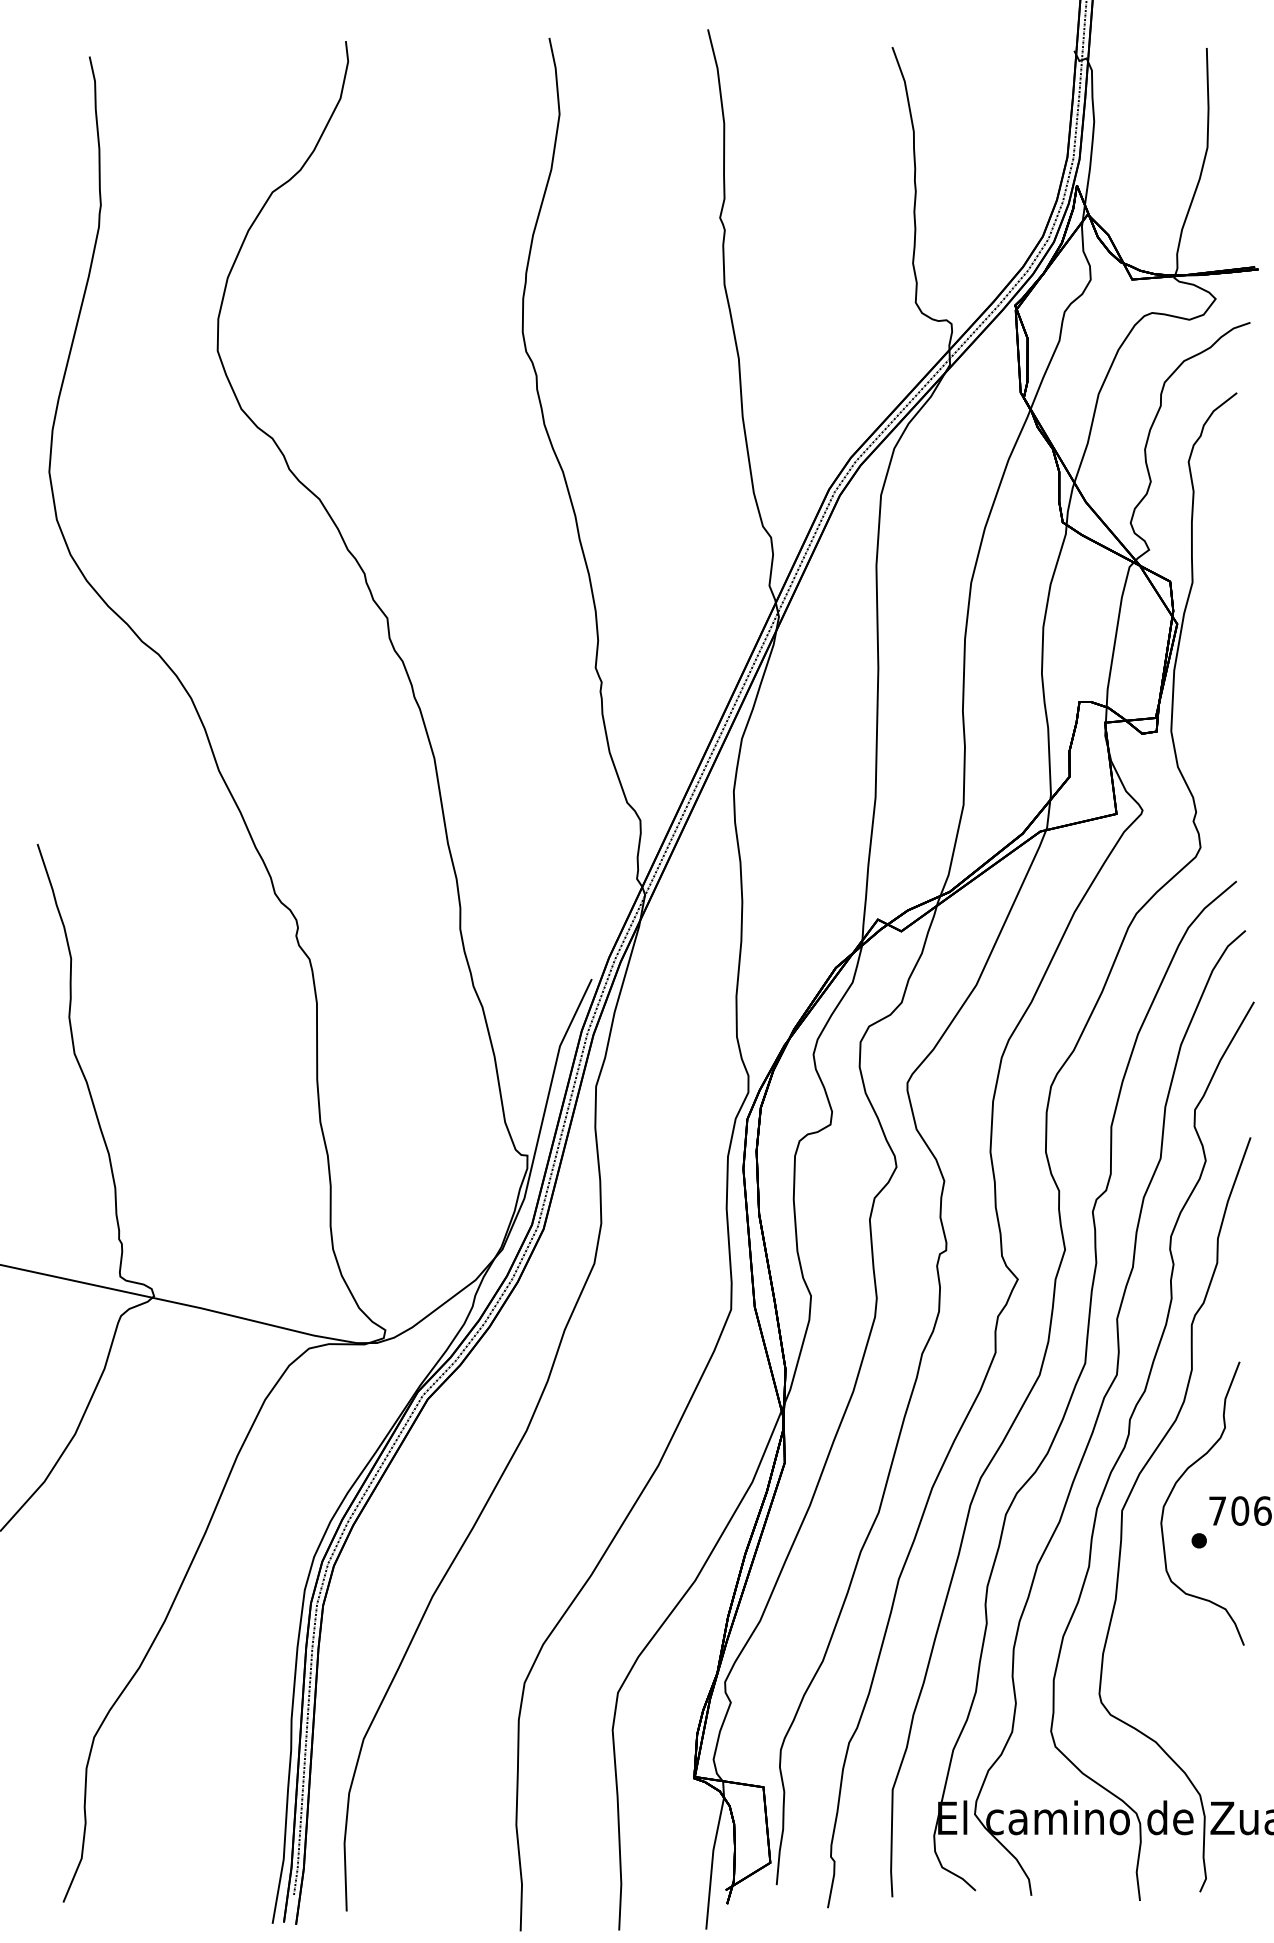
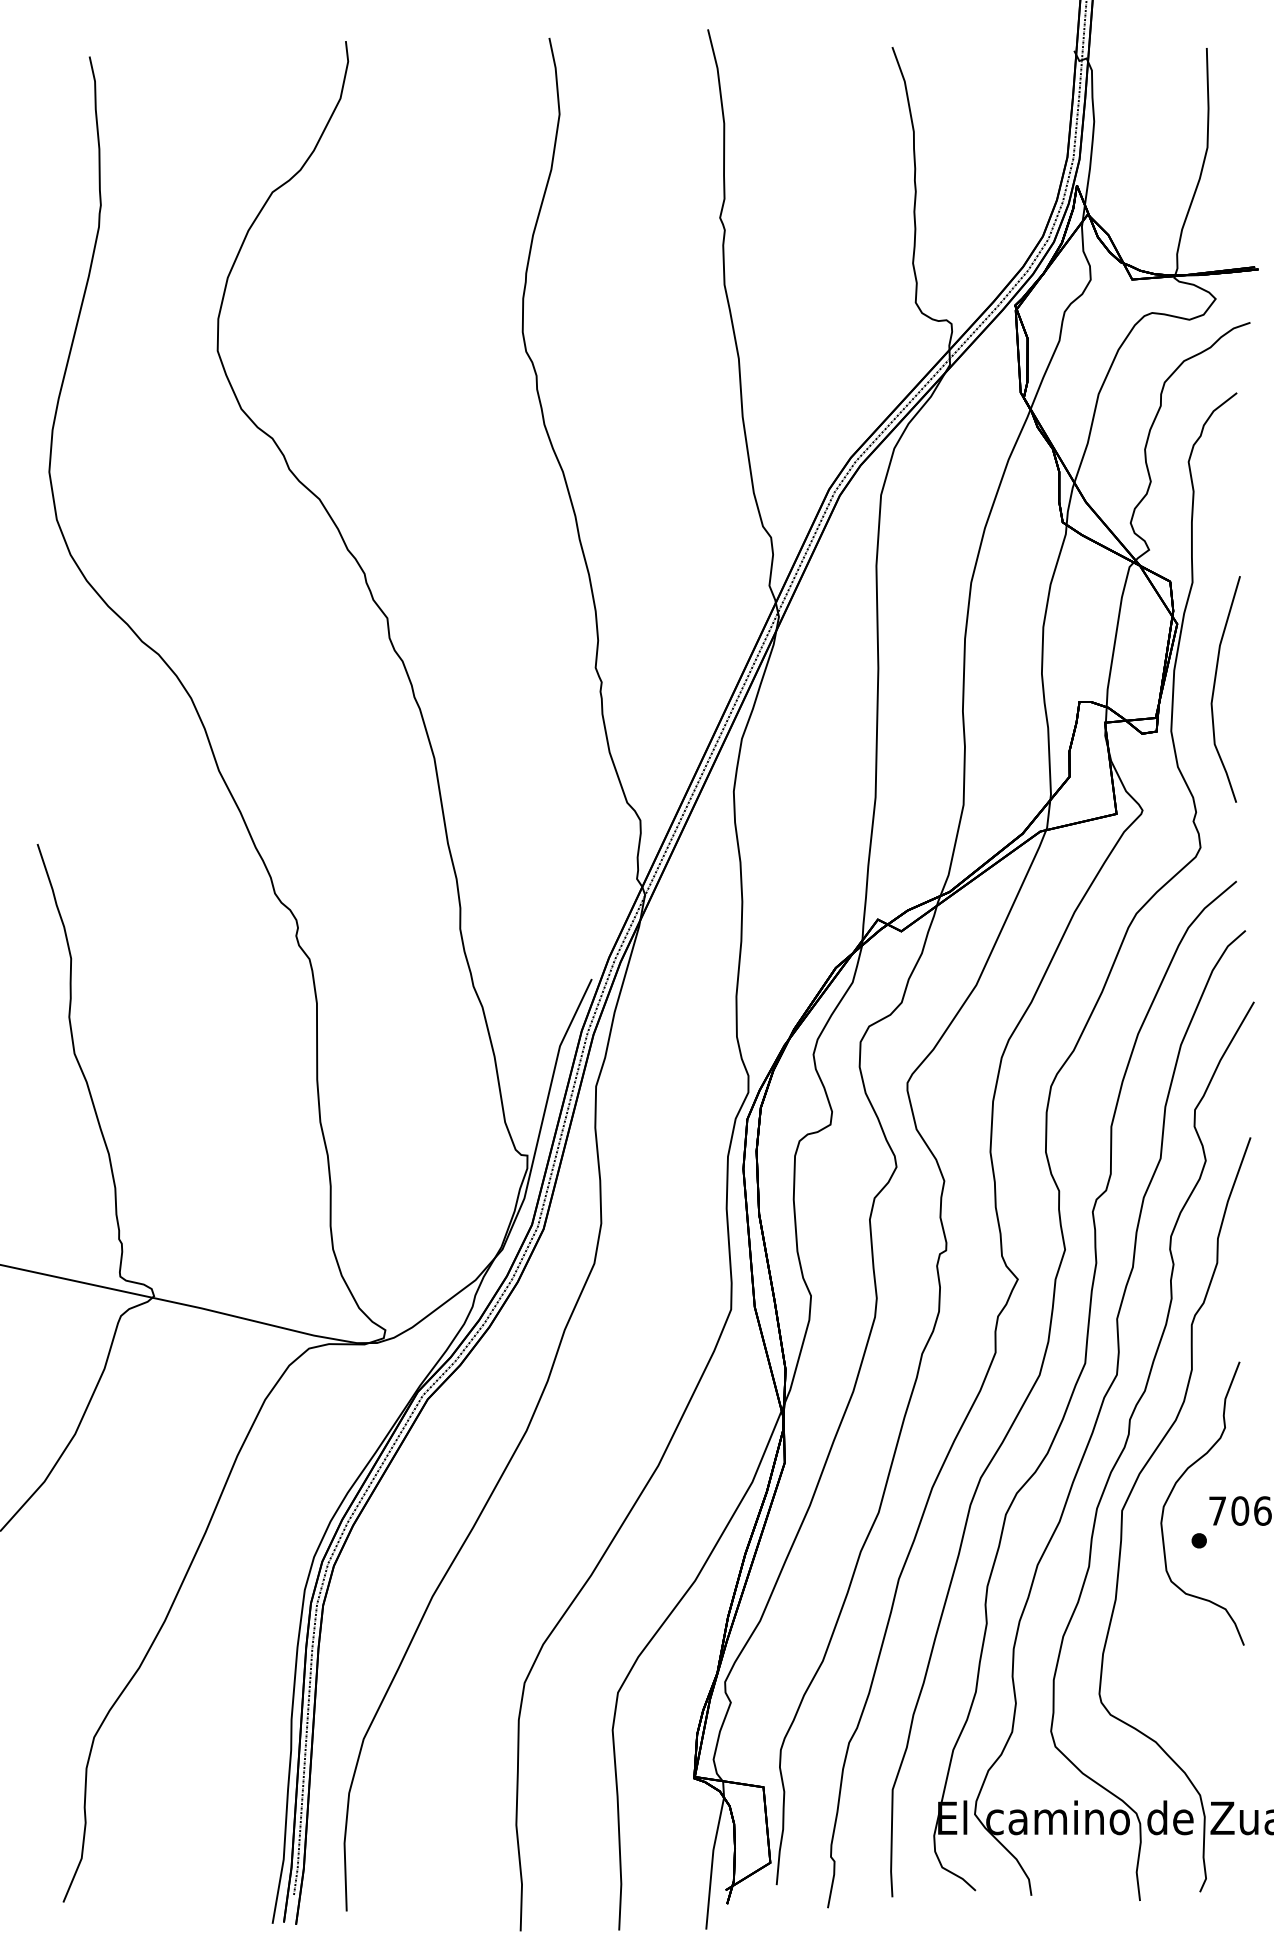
curve at (1215, 685): none -> present
